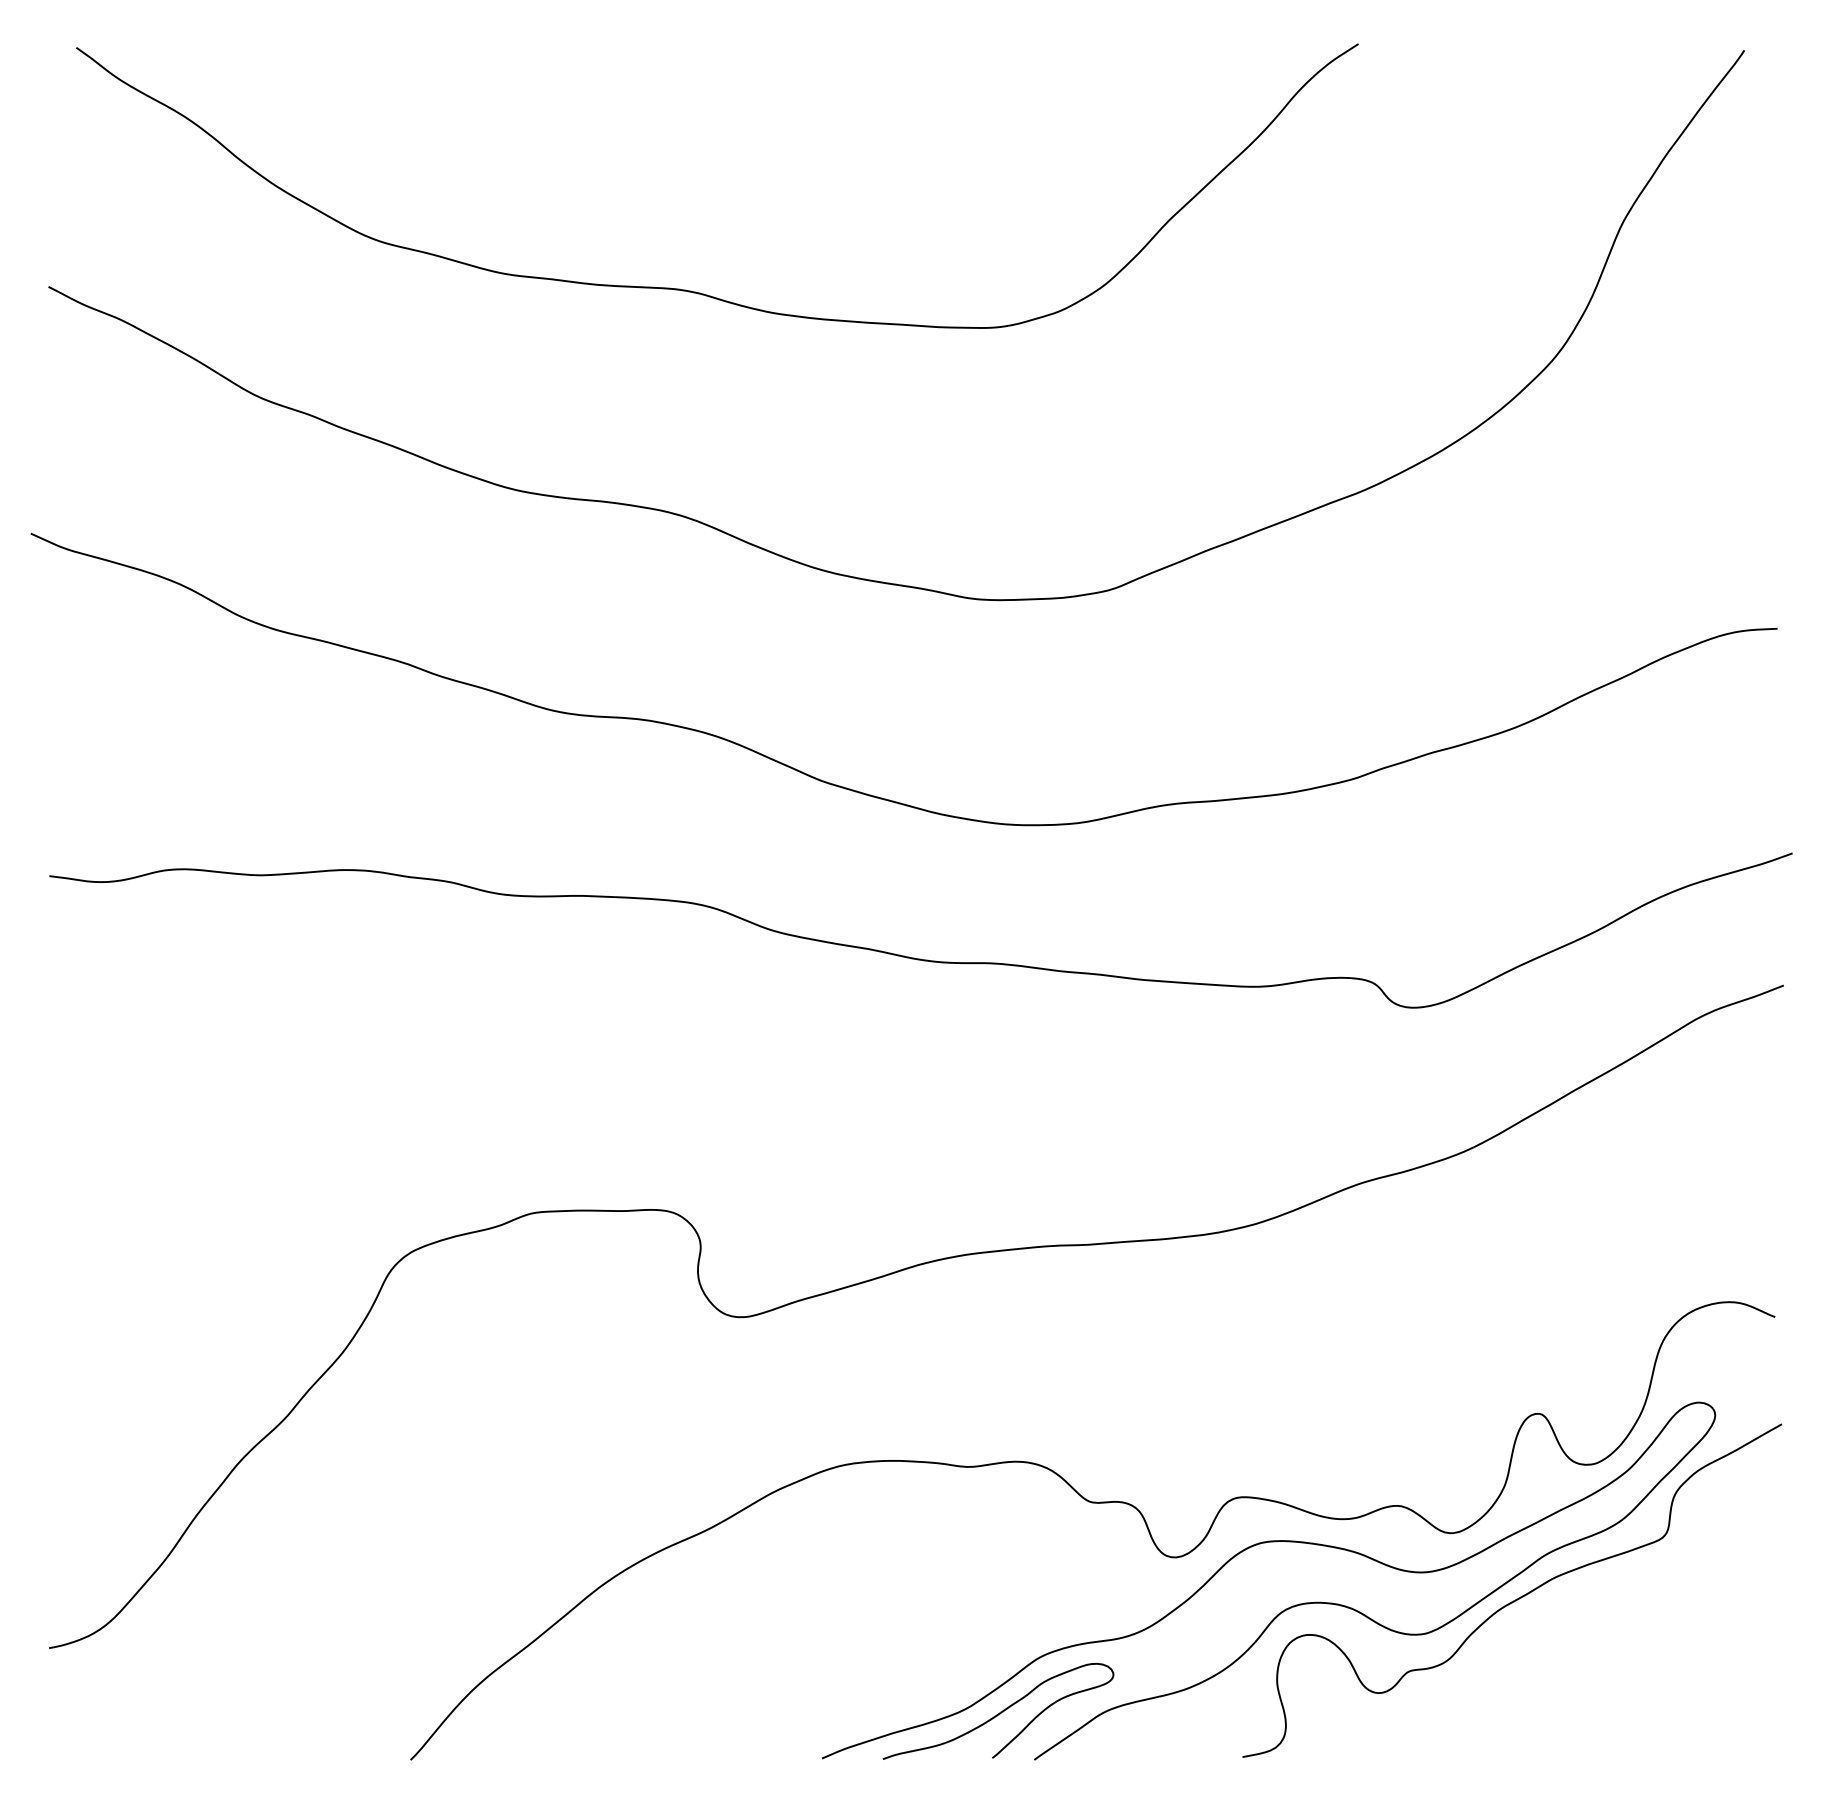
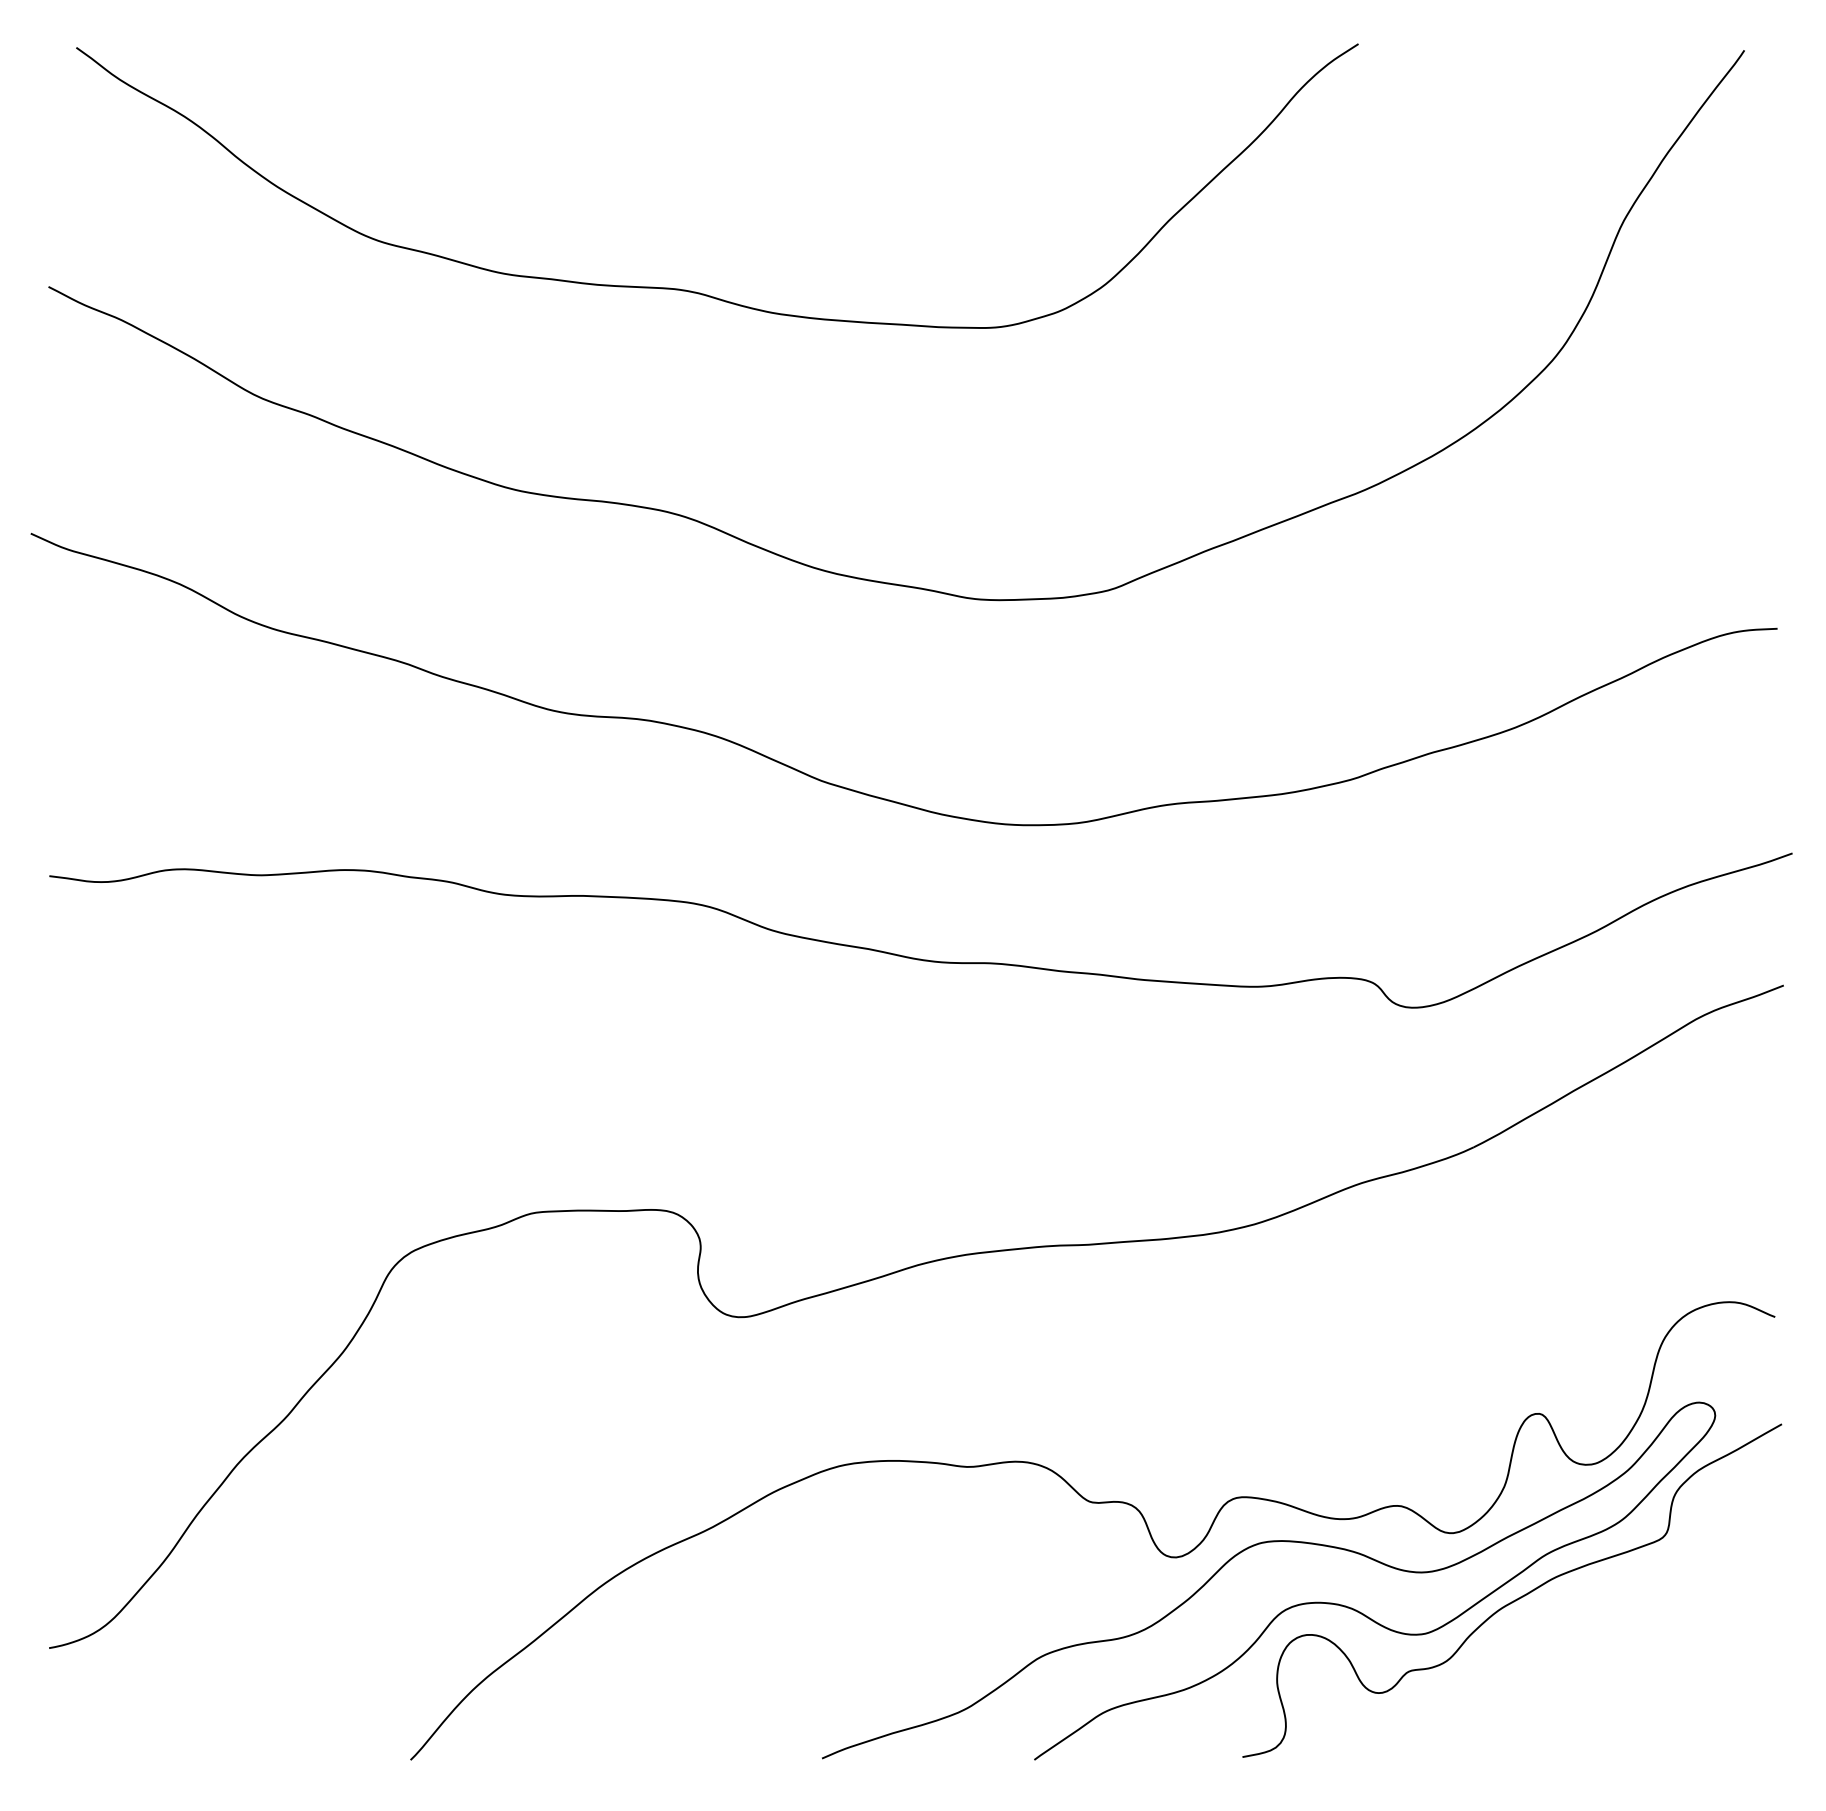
curve at (999, 1712): present -> none
